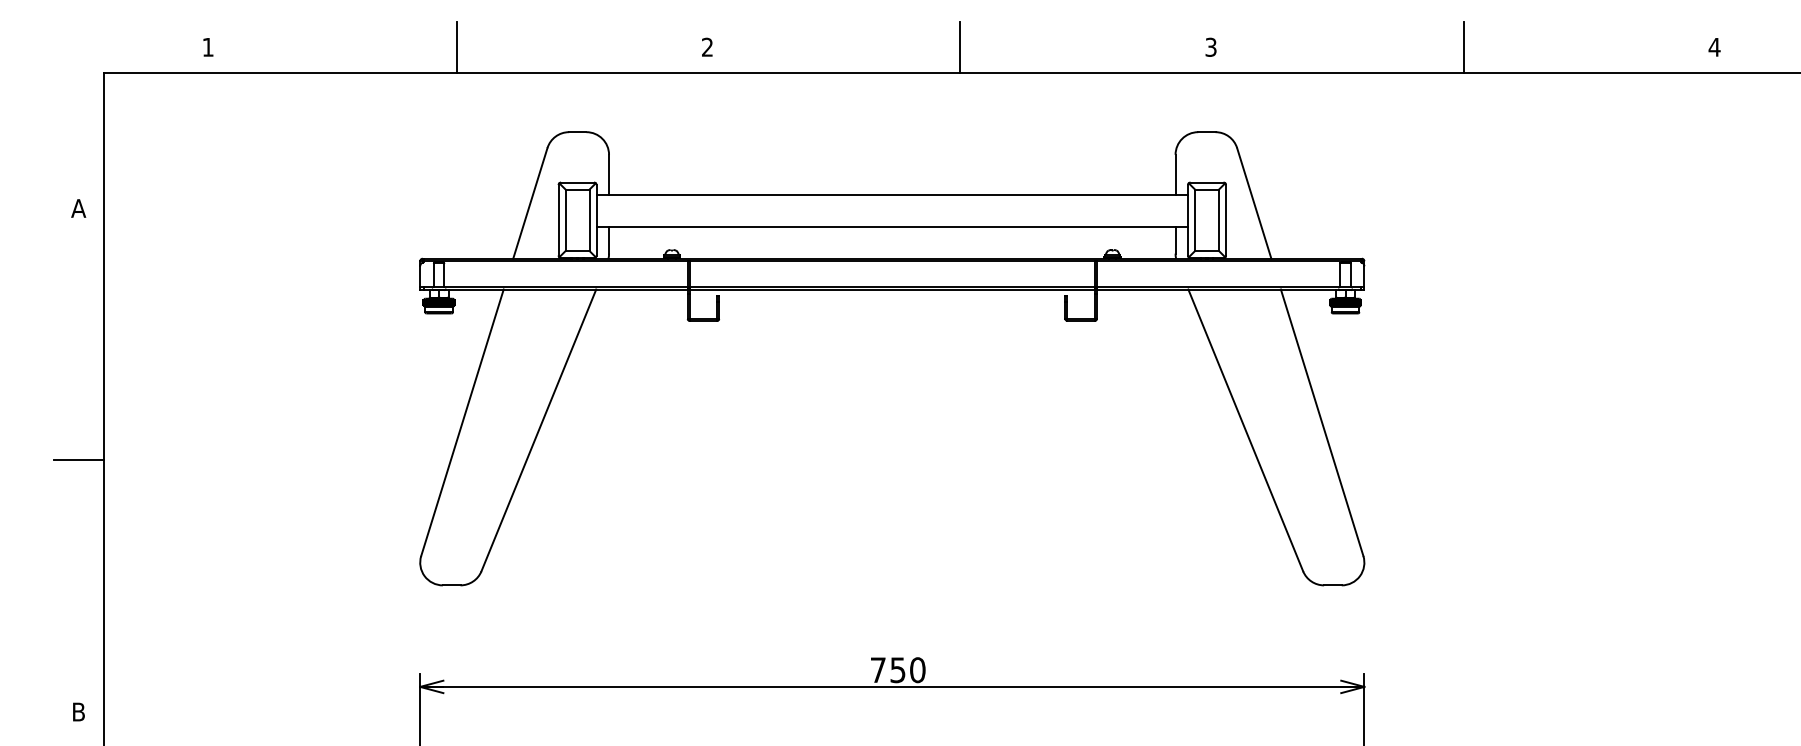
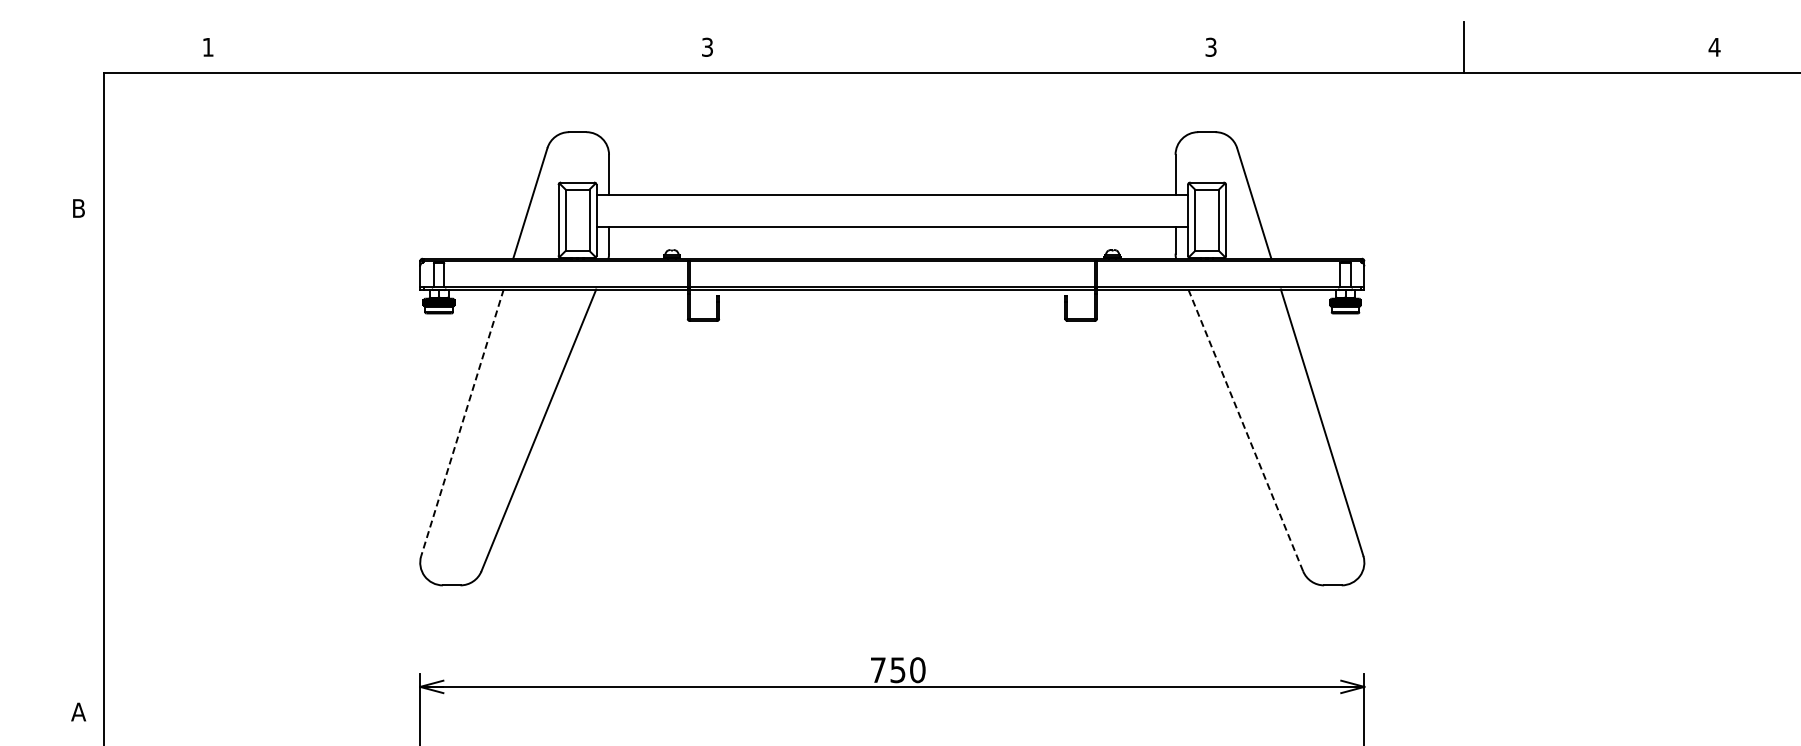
line at (456, 47): present -> none
text at (707, 47): 2 -> 3
line at (960, 47): present -> none
text at (78, 208): A -> B
line at (462, 423): solid -> dashed
line at (1245, 429): solid -> dashed
line at (79, 460): present -> none
text at (78, 711): B -> A
